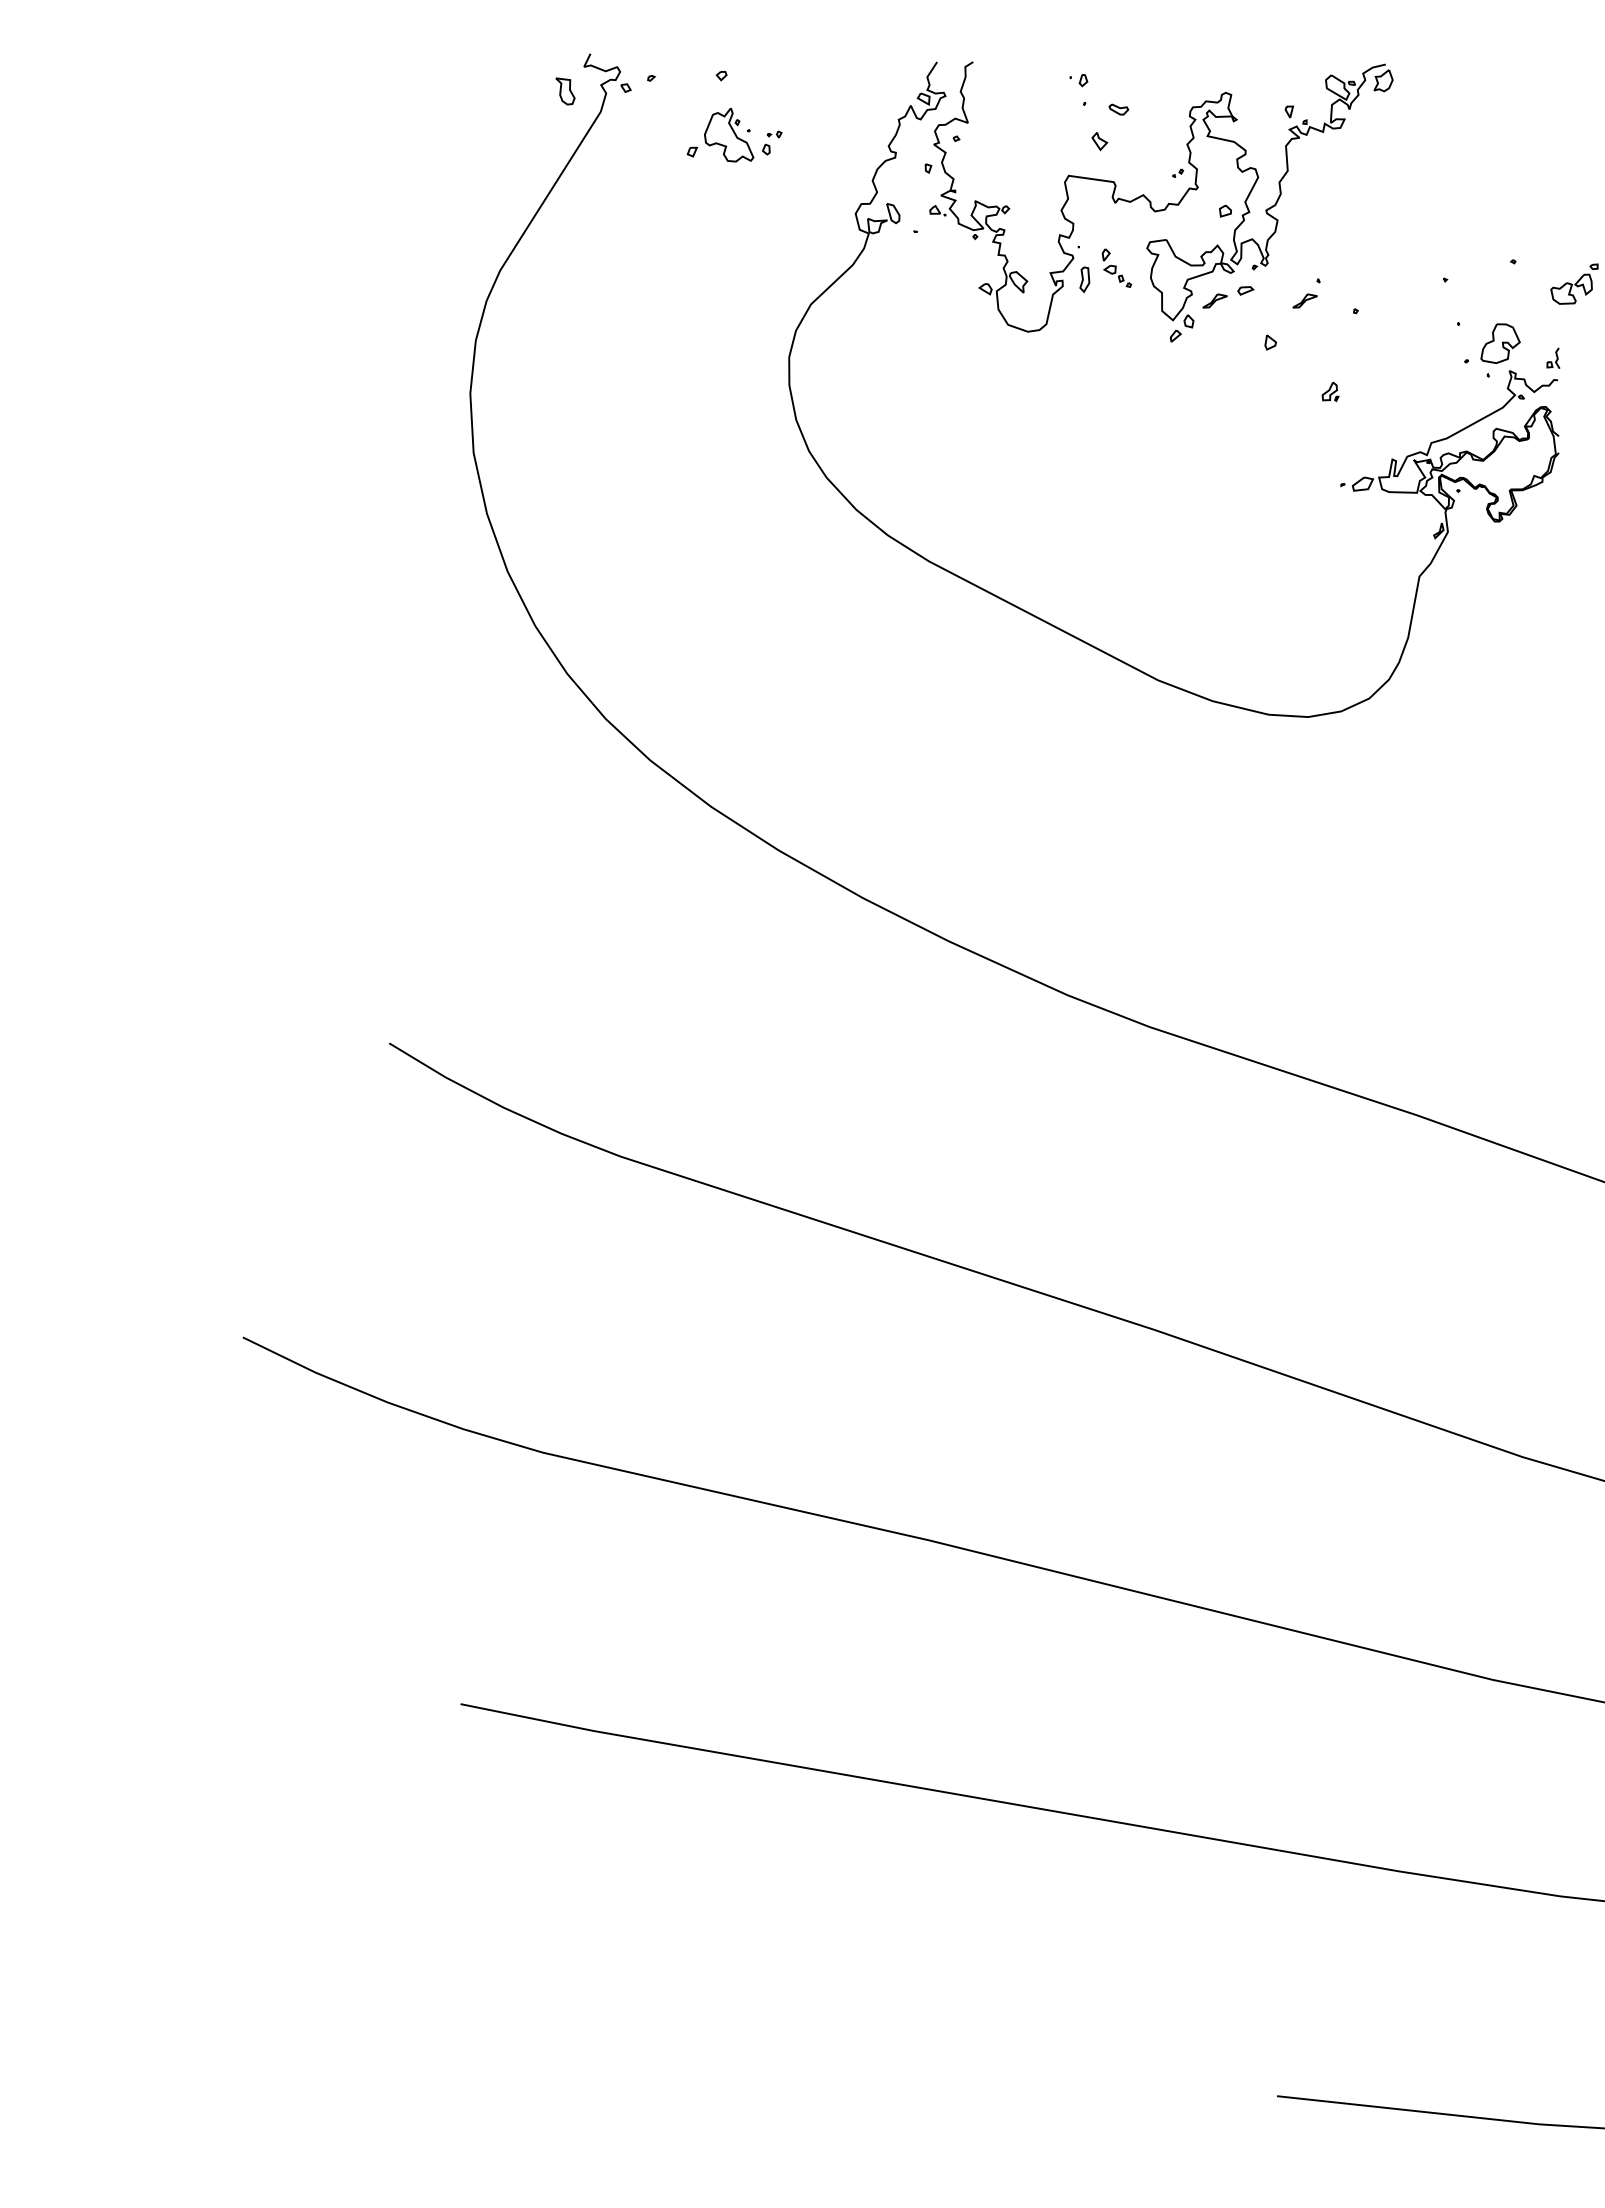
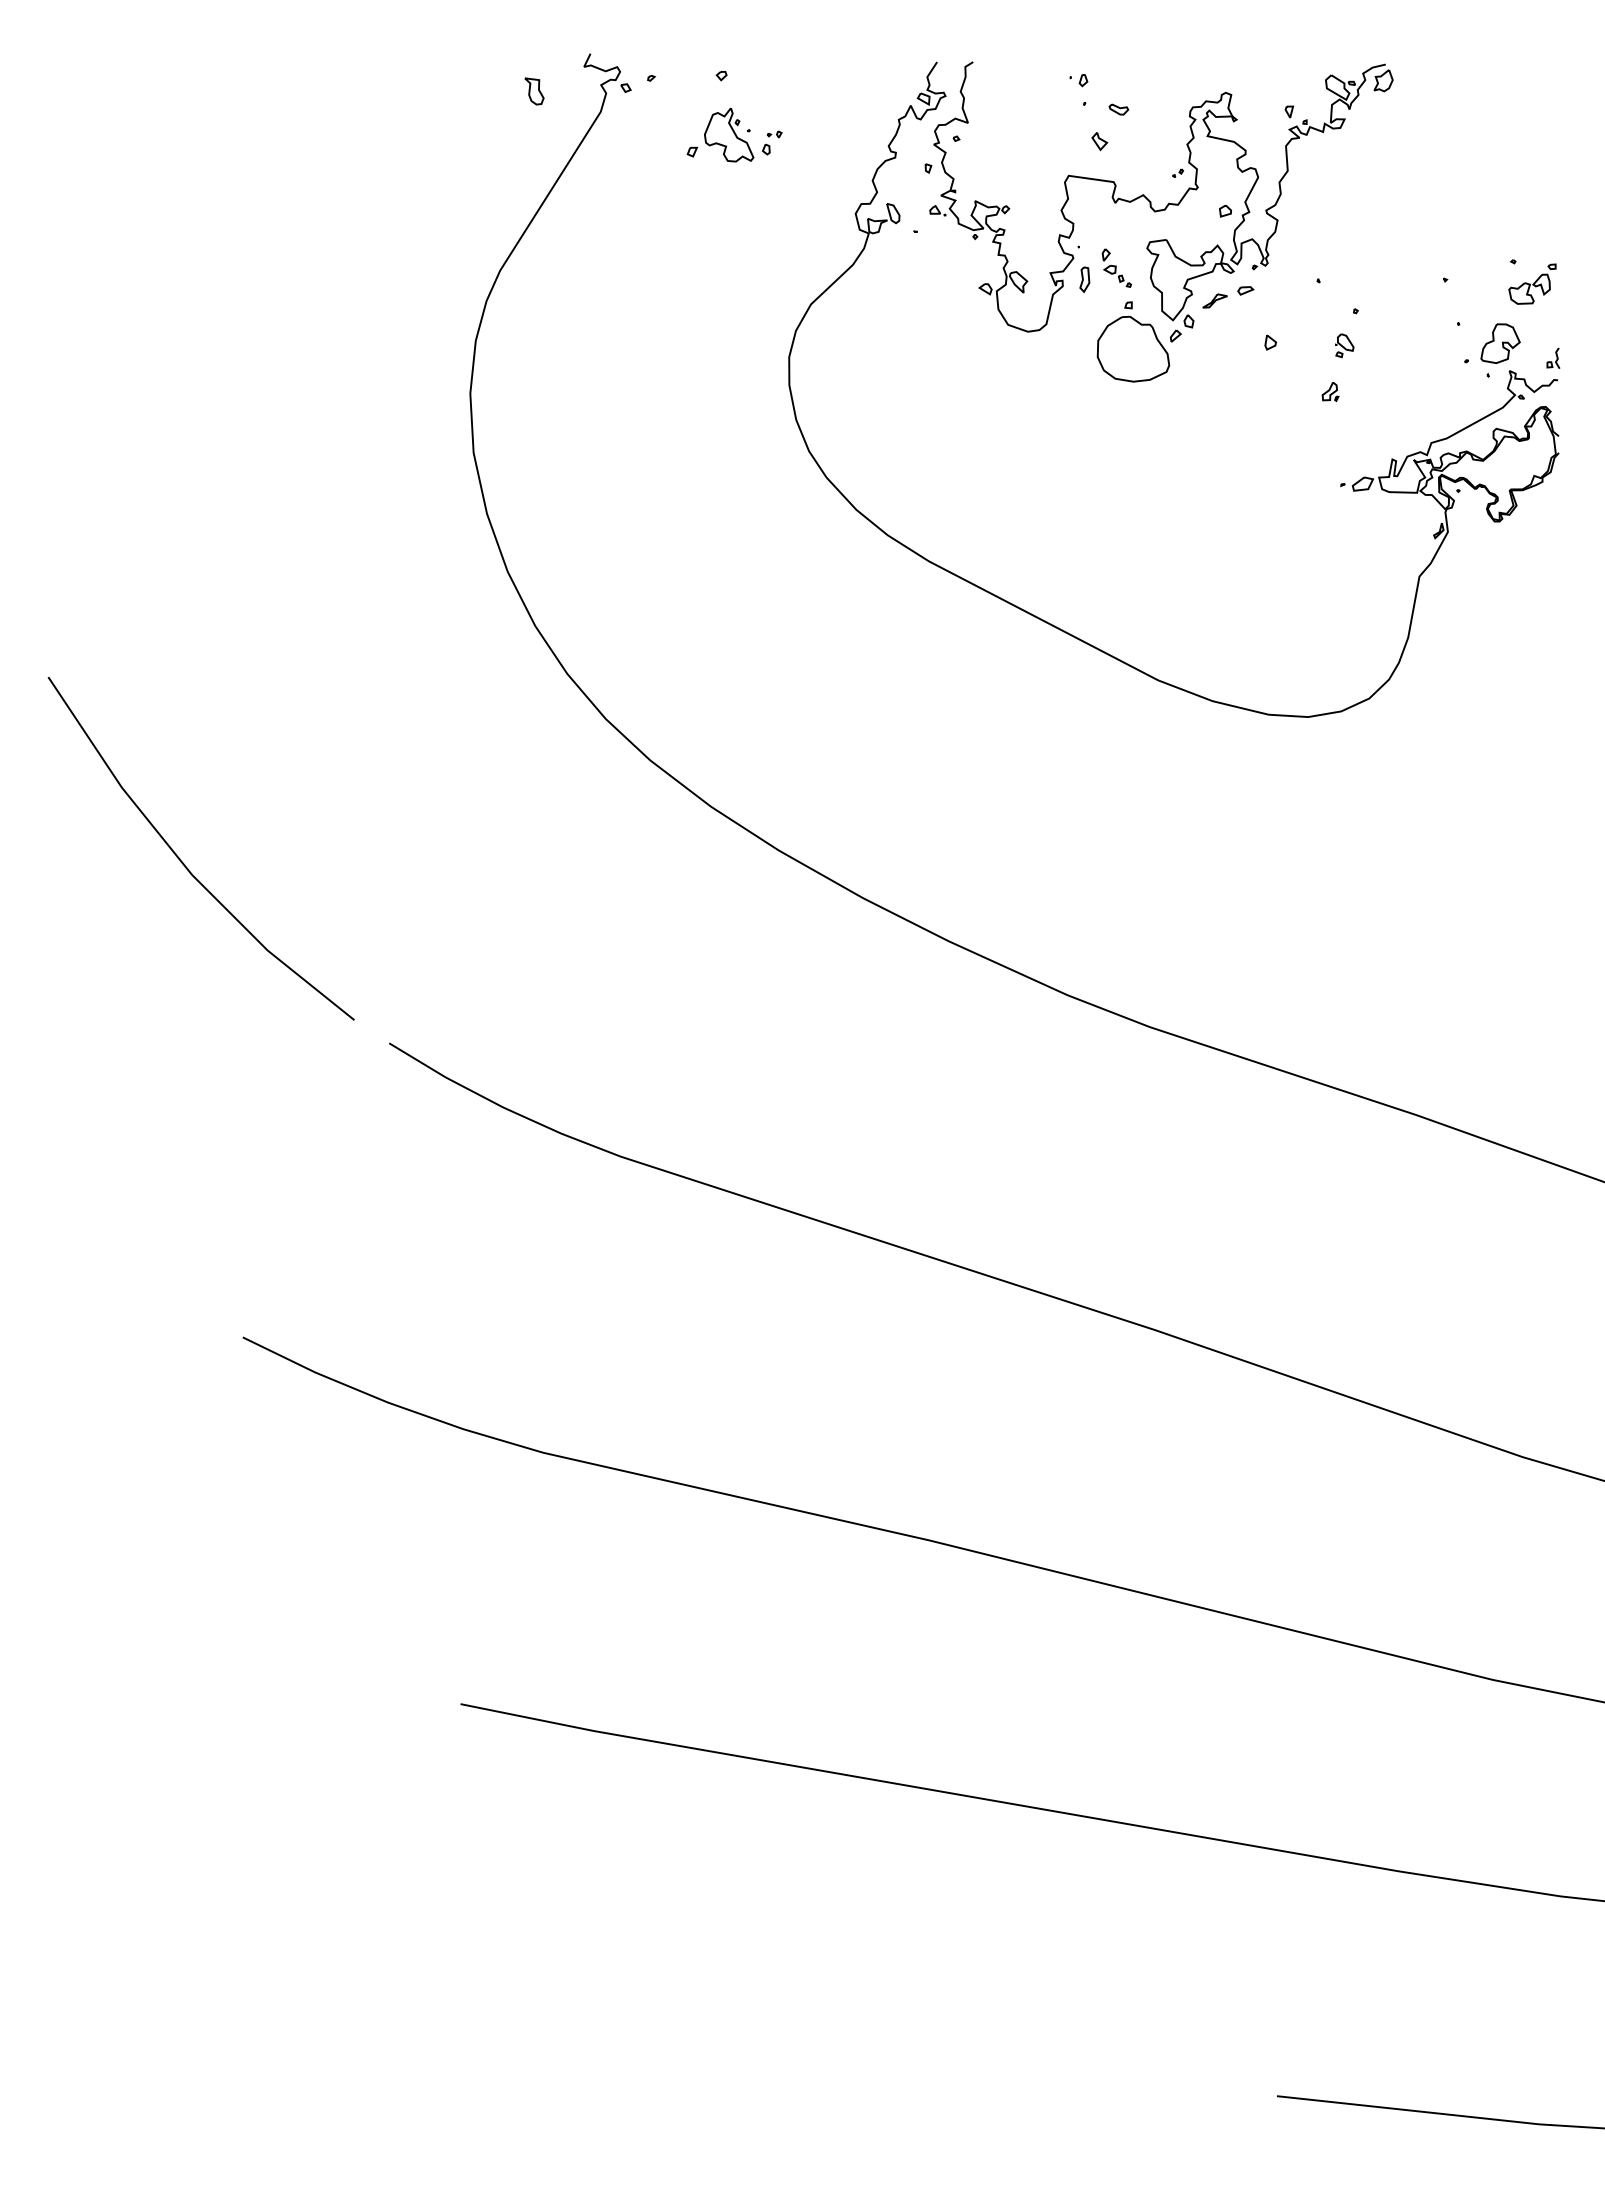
part at (565, 91) position: (565, 91) -> (534, 91)
part at (1574, 283) position: (1574, 283) -> (1532, 283)
part at (1304, 300): present -> none
part at (1133, 341): none -> present
part at (1344, 345): none -> present
line at (184, 863): none -> present
